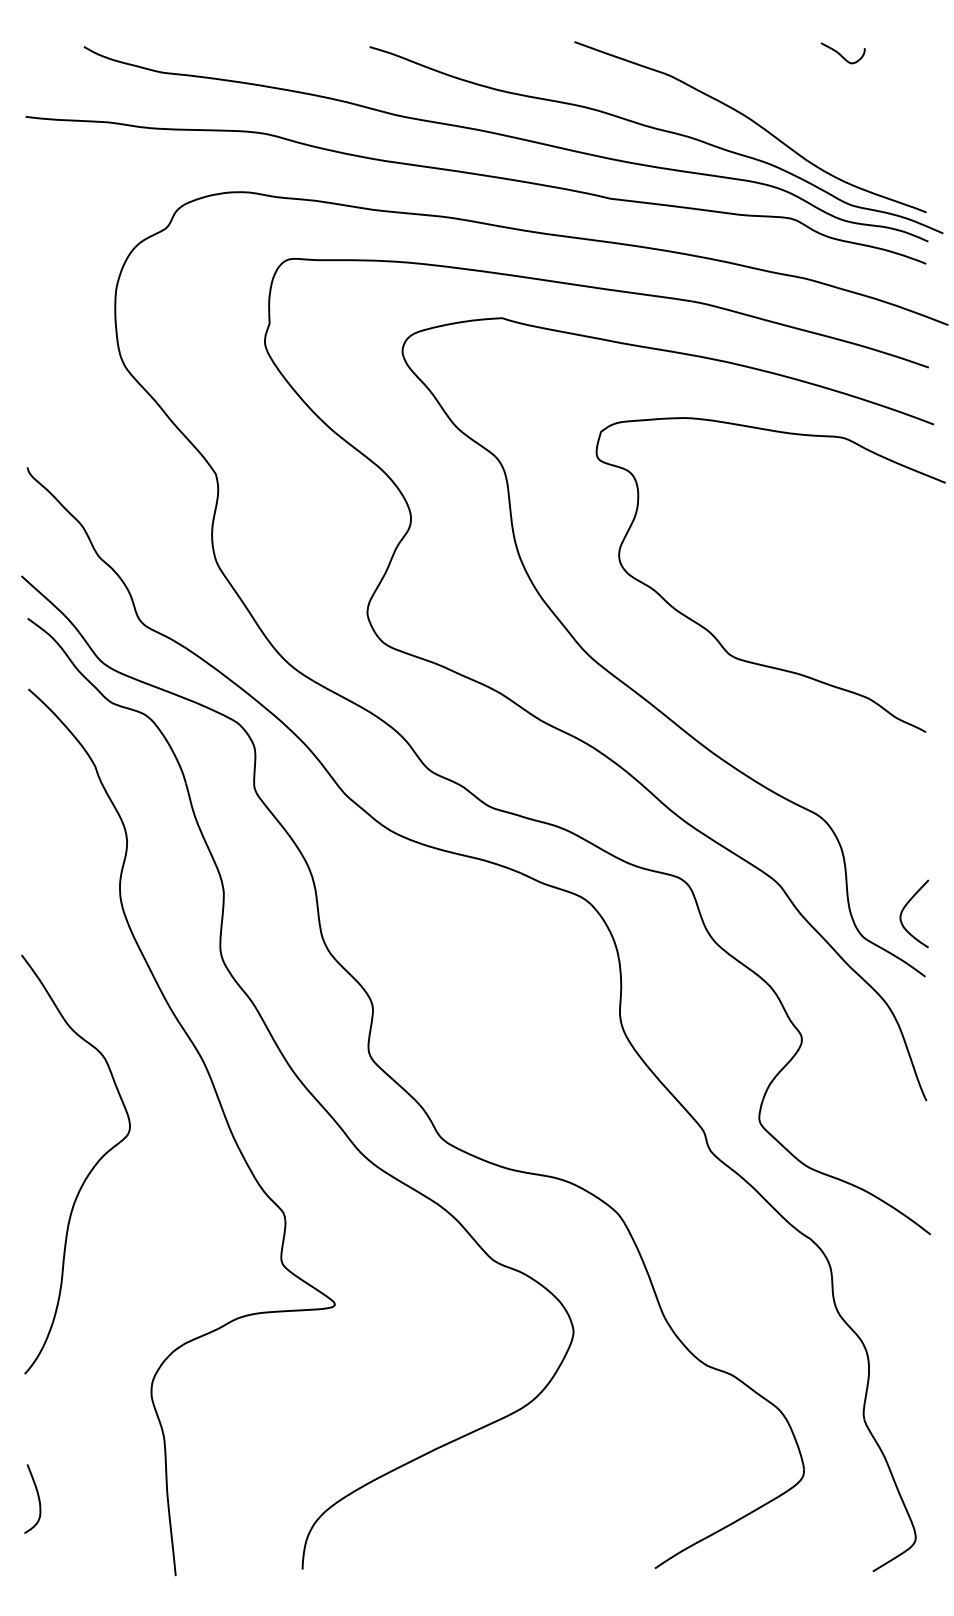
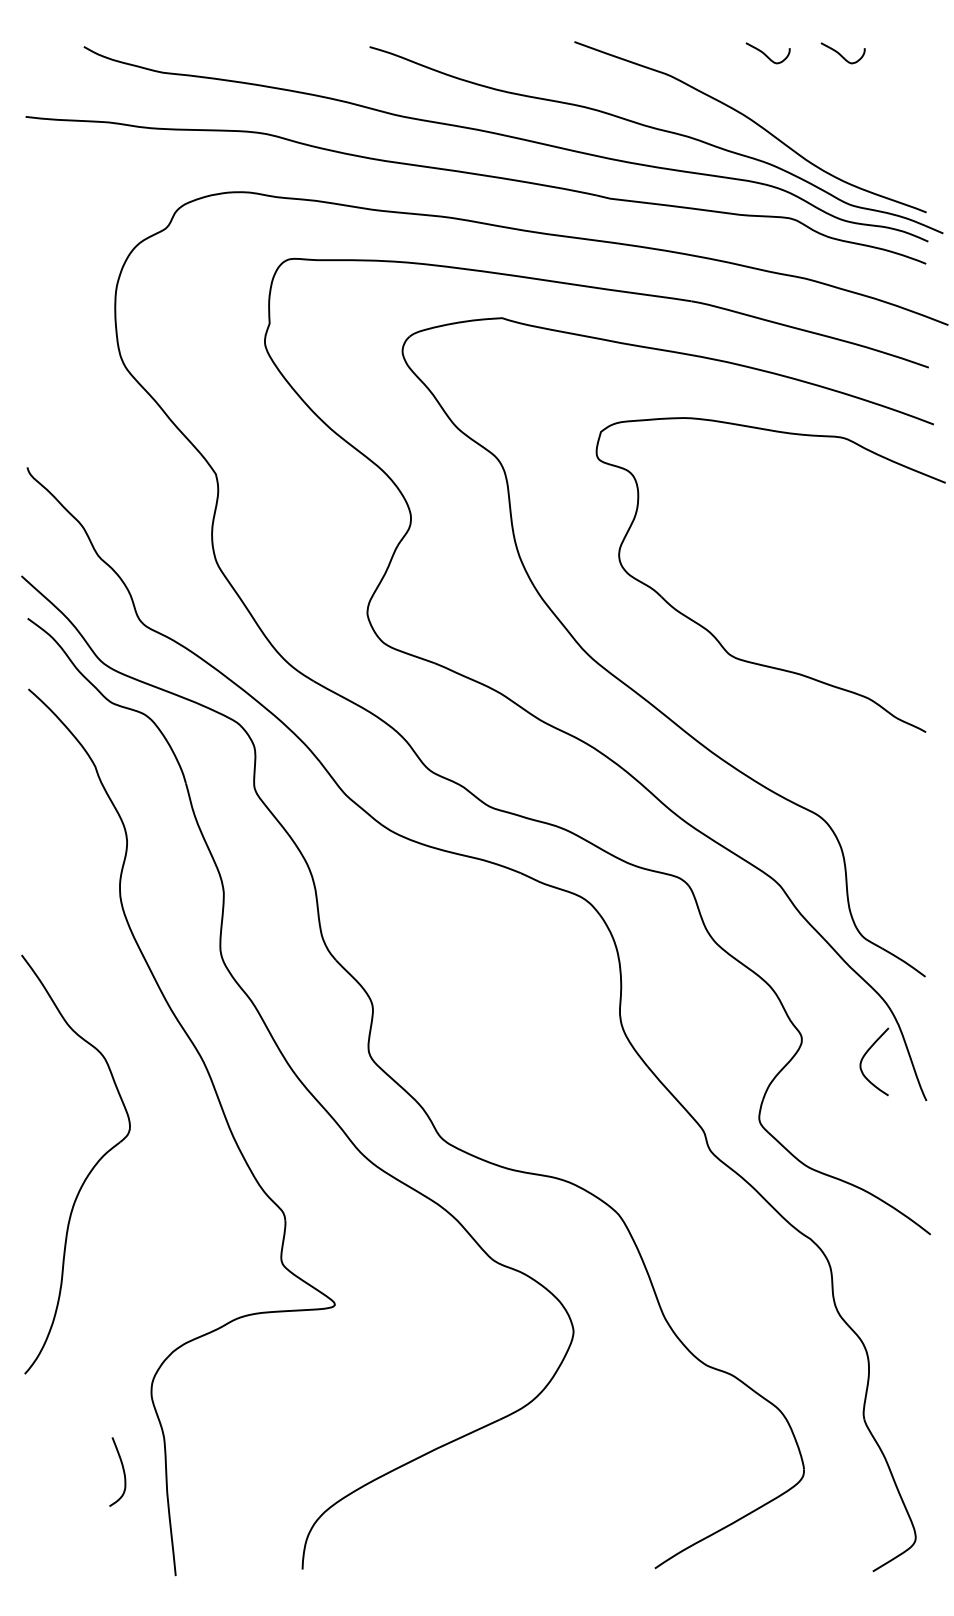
curve at (766, 54): none -> present
curve at (906, 906) position: (906, 906) -> (866, 1054)
curve at (37, 1496) position: (37, 1496) -> (122, 1469)
